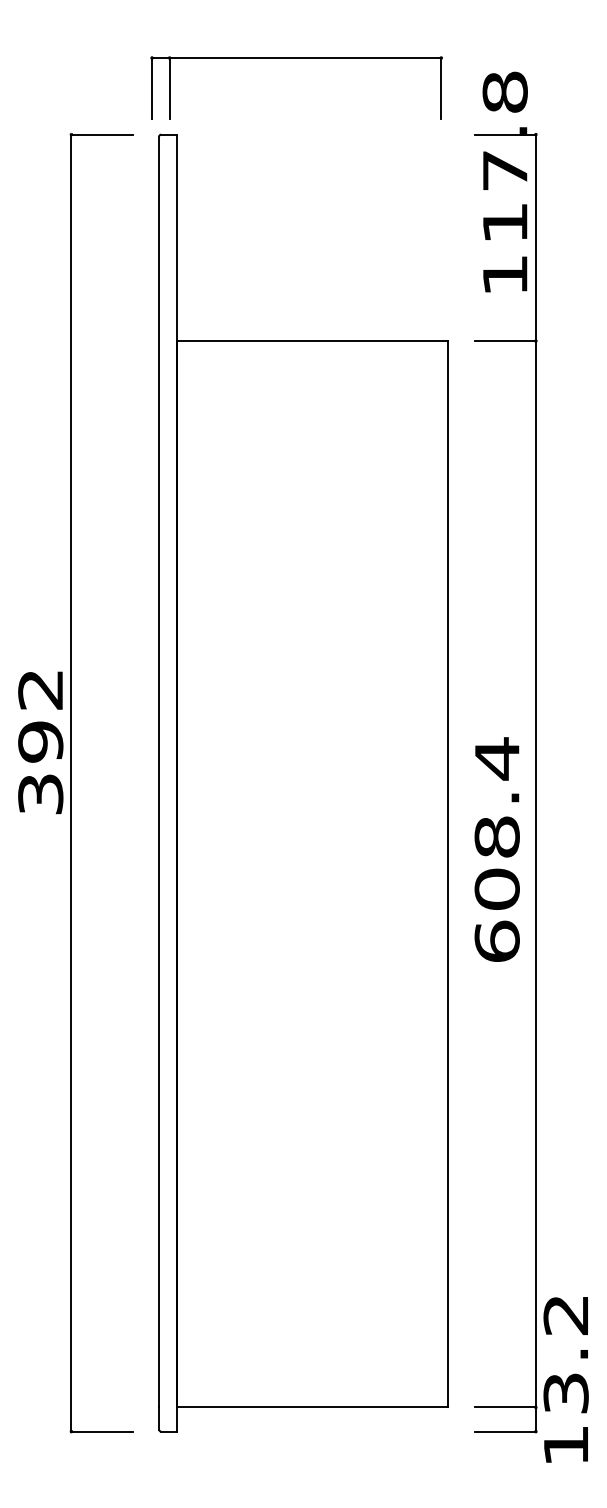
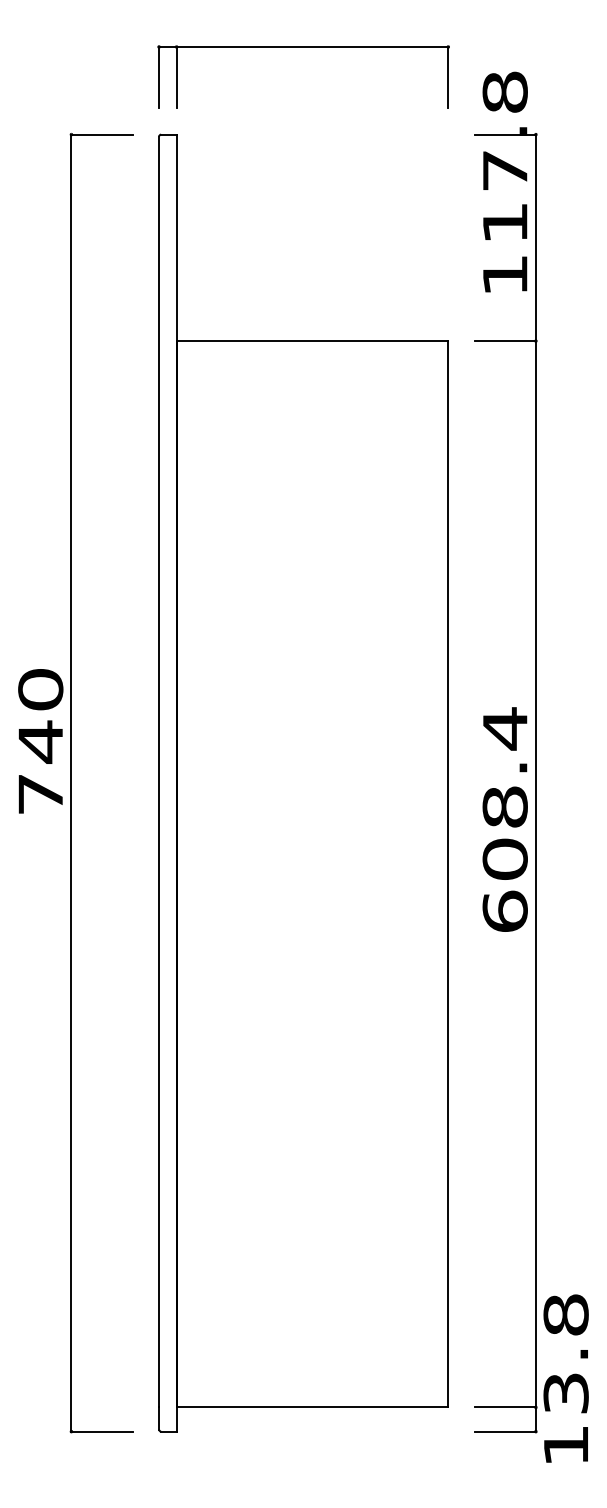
part at (296, 58) position: (296, 58) -> (303, 47)
text at (40, 741): 392 -> 740
text at (496, 849) position: (496, 849) -> (504, 819)
text at (565, 1314): 13.2 -> 13.8
